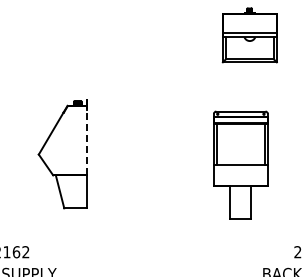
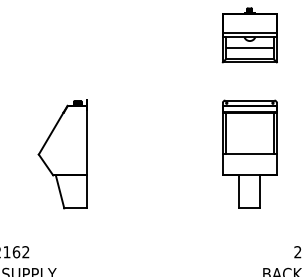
line at (249, 47): none -> present
line at (87, 140): dashed -> solid
part at (240, 164) position: (240, 164) -> (249, 153)
